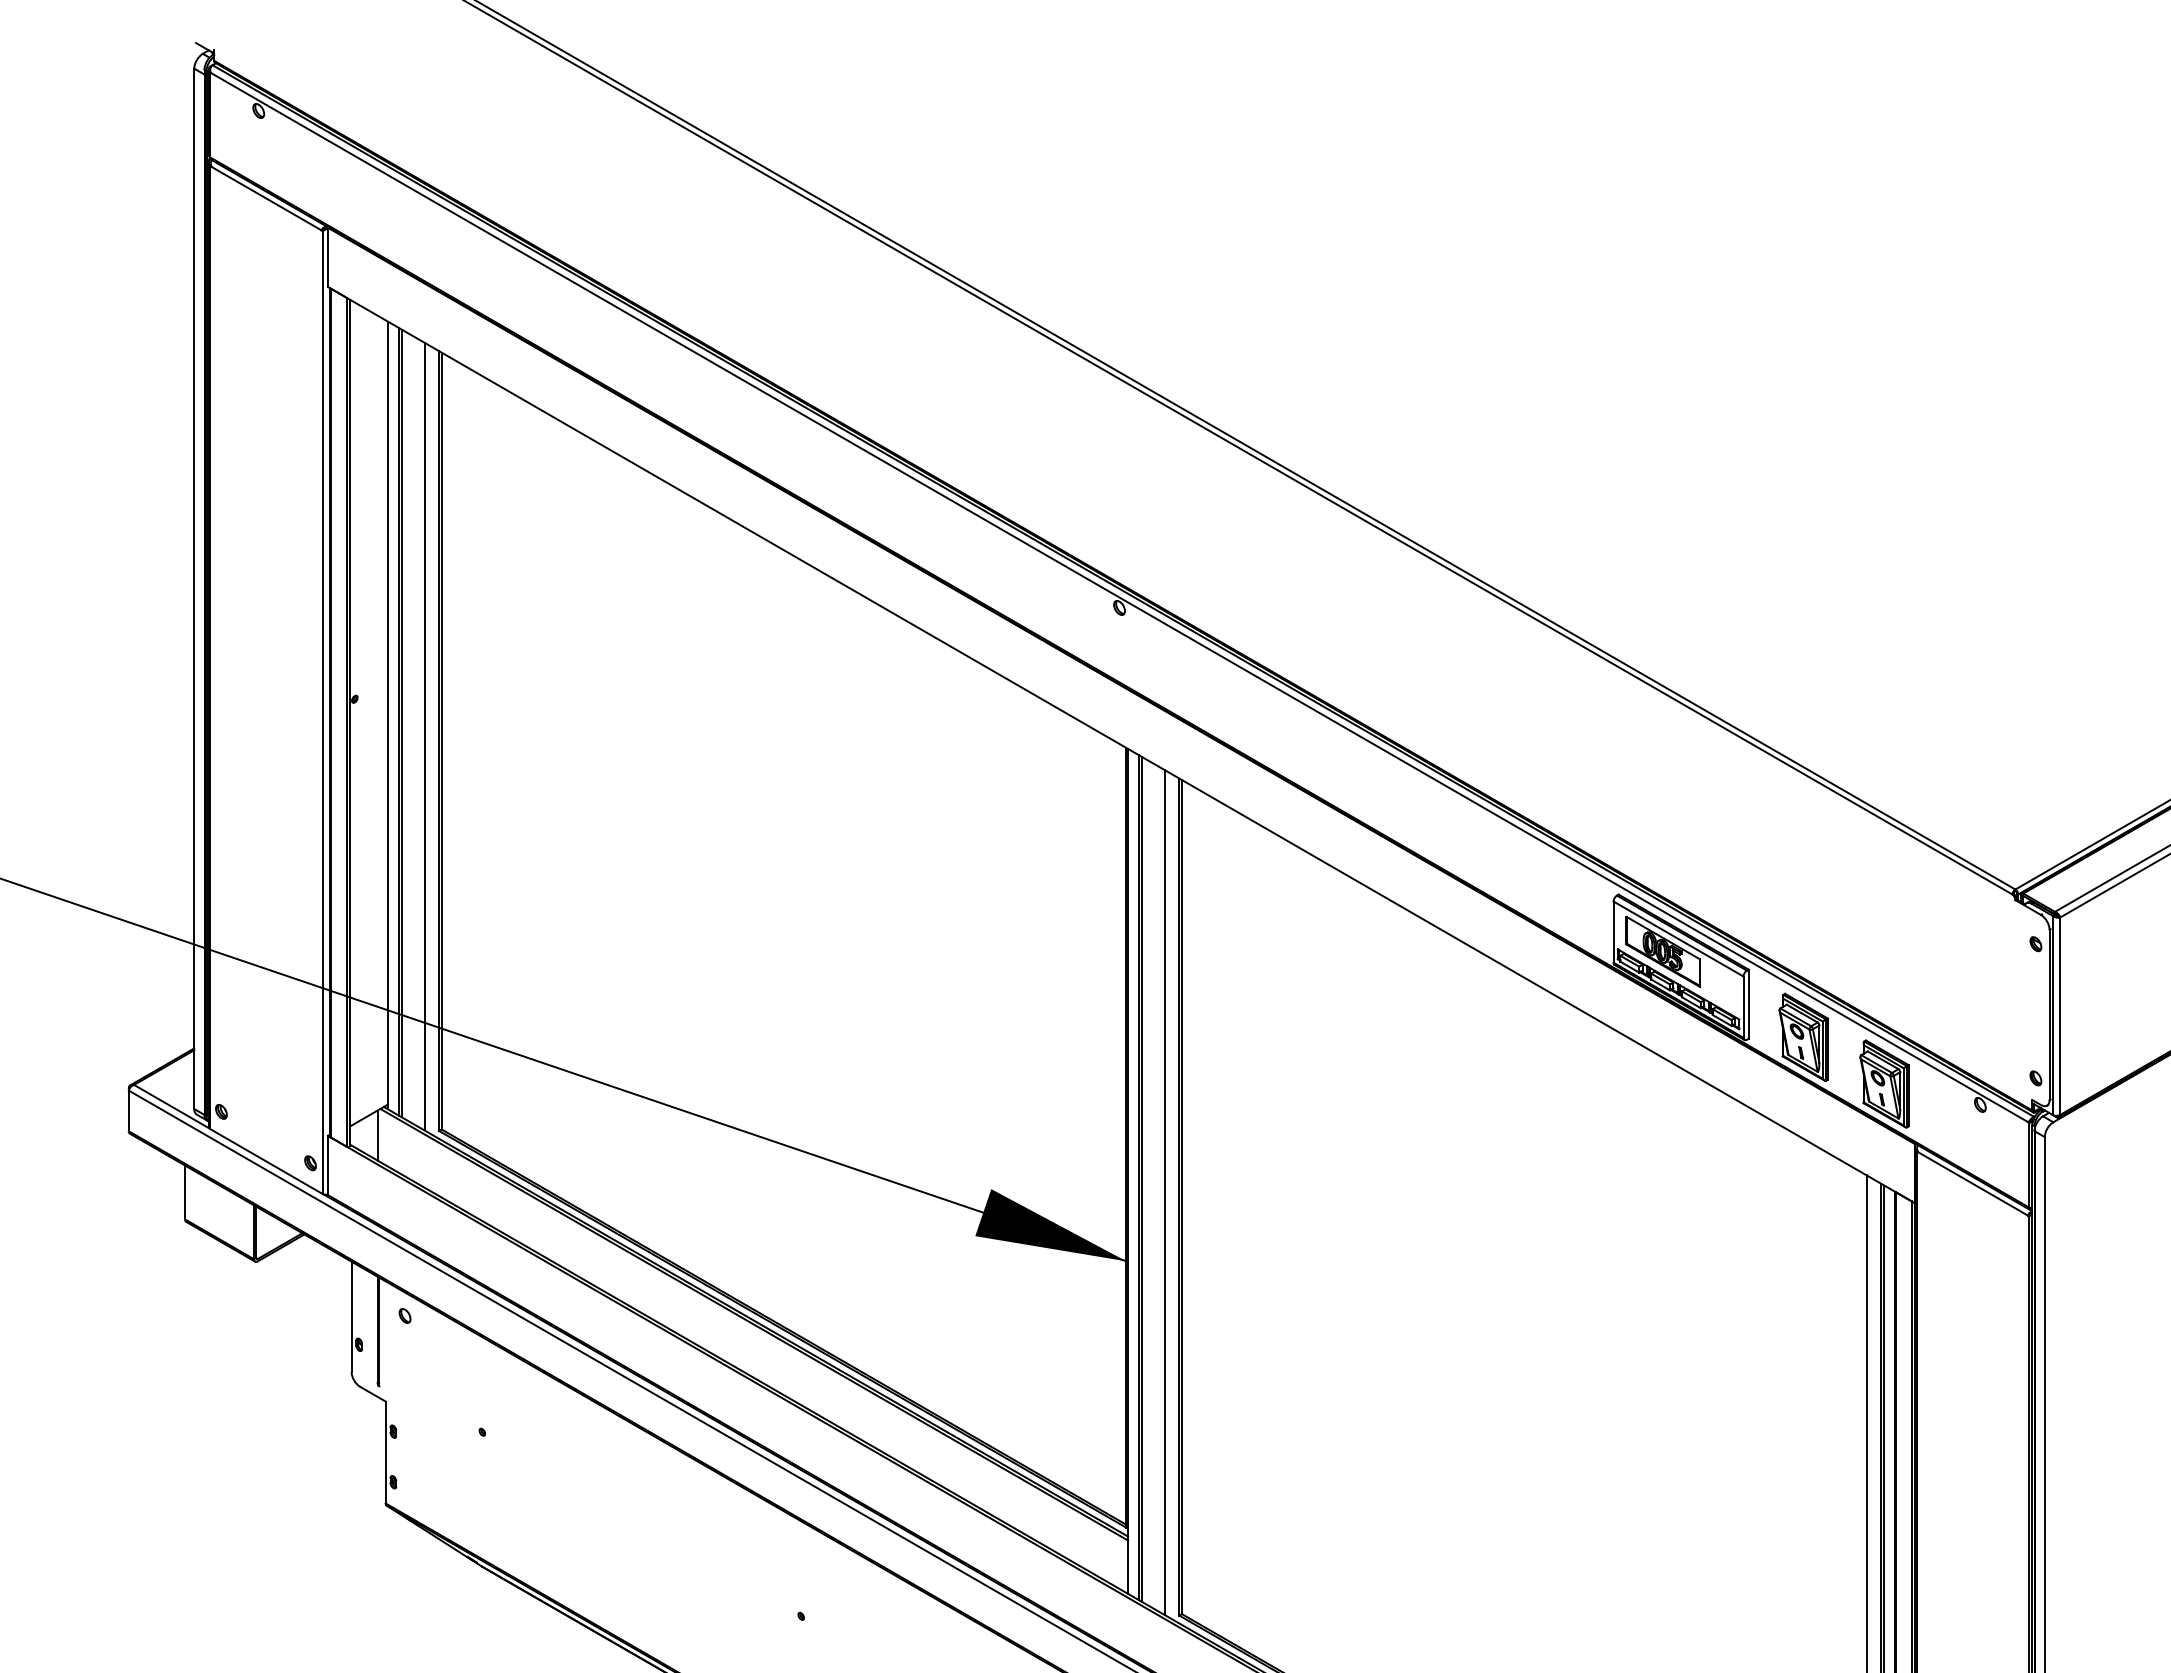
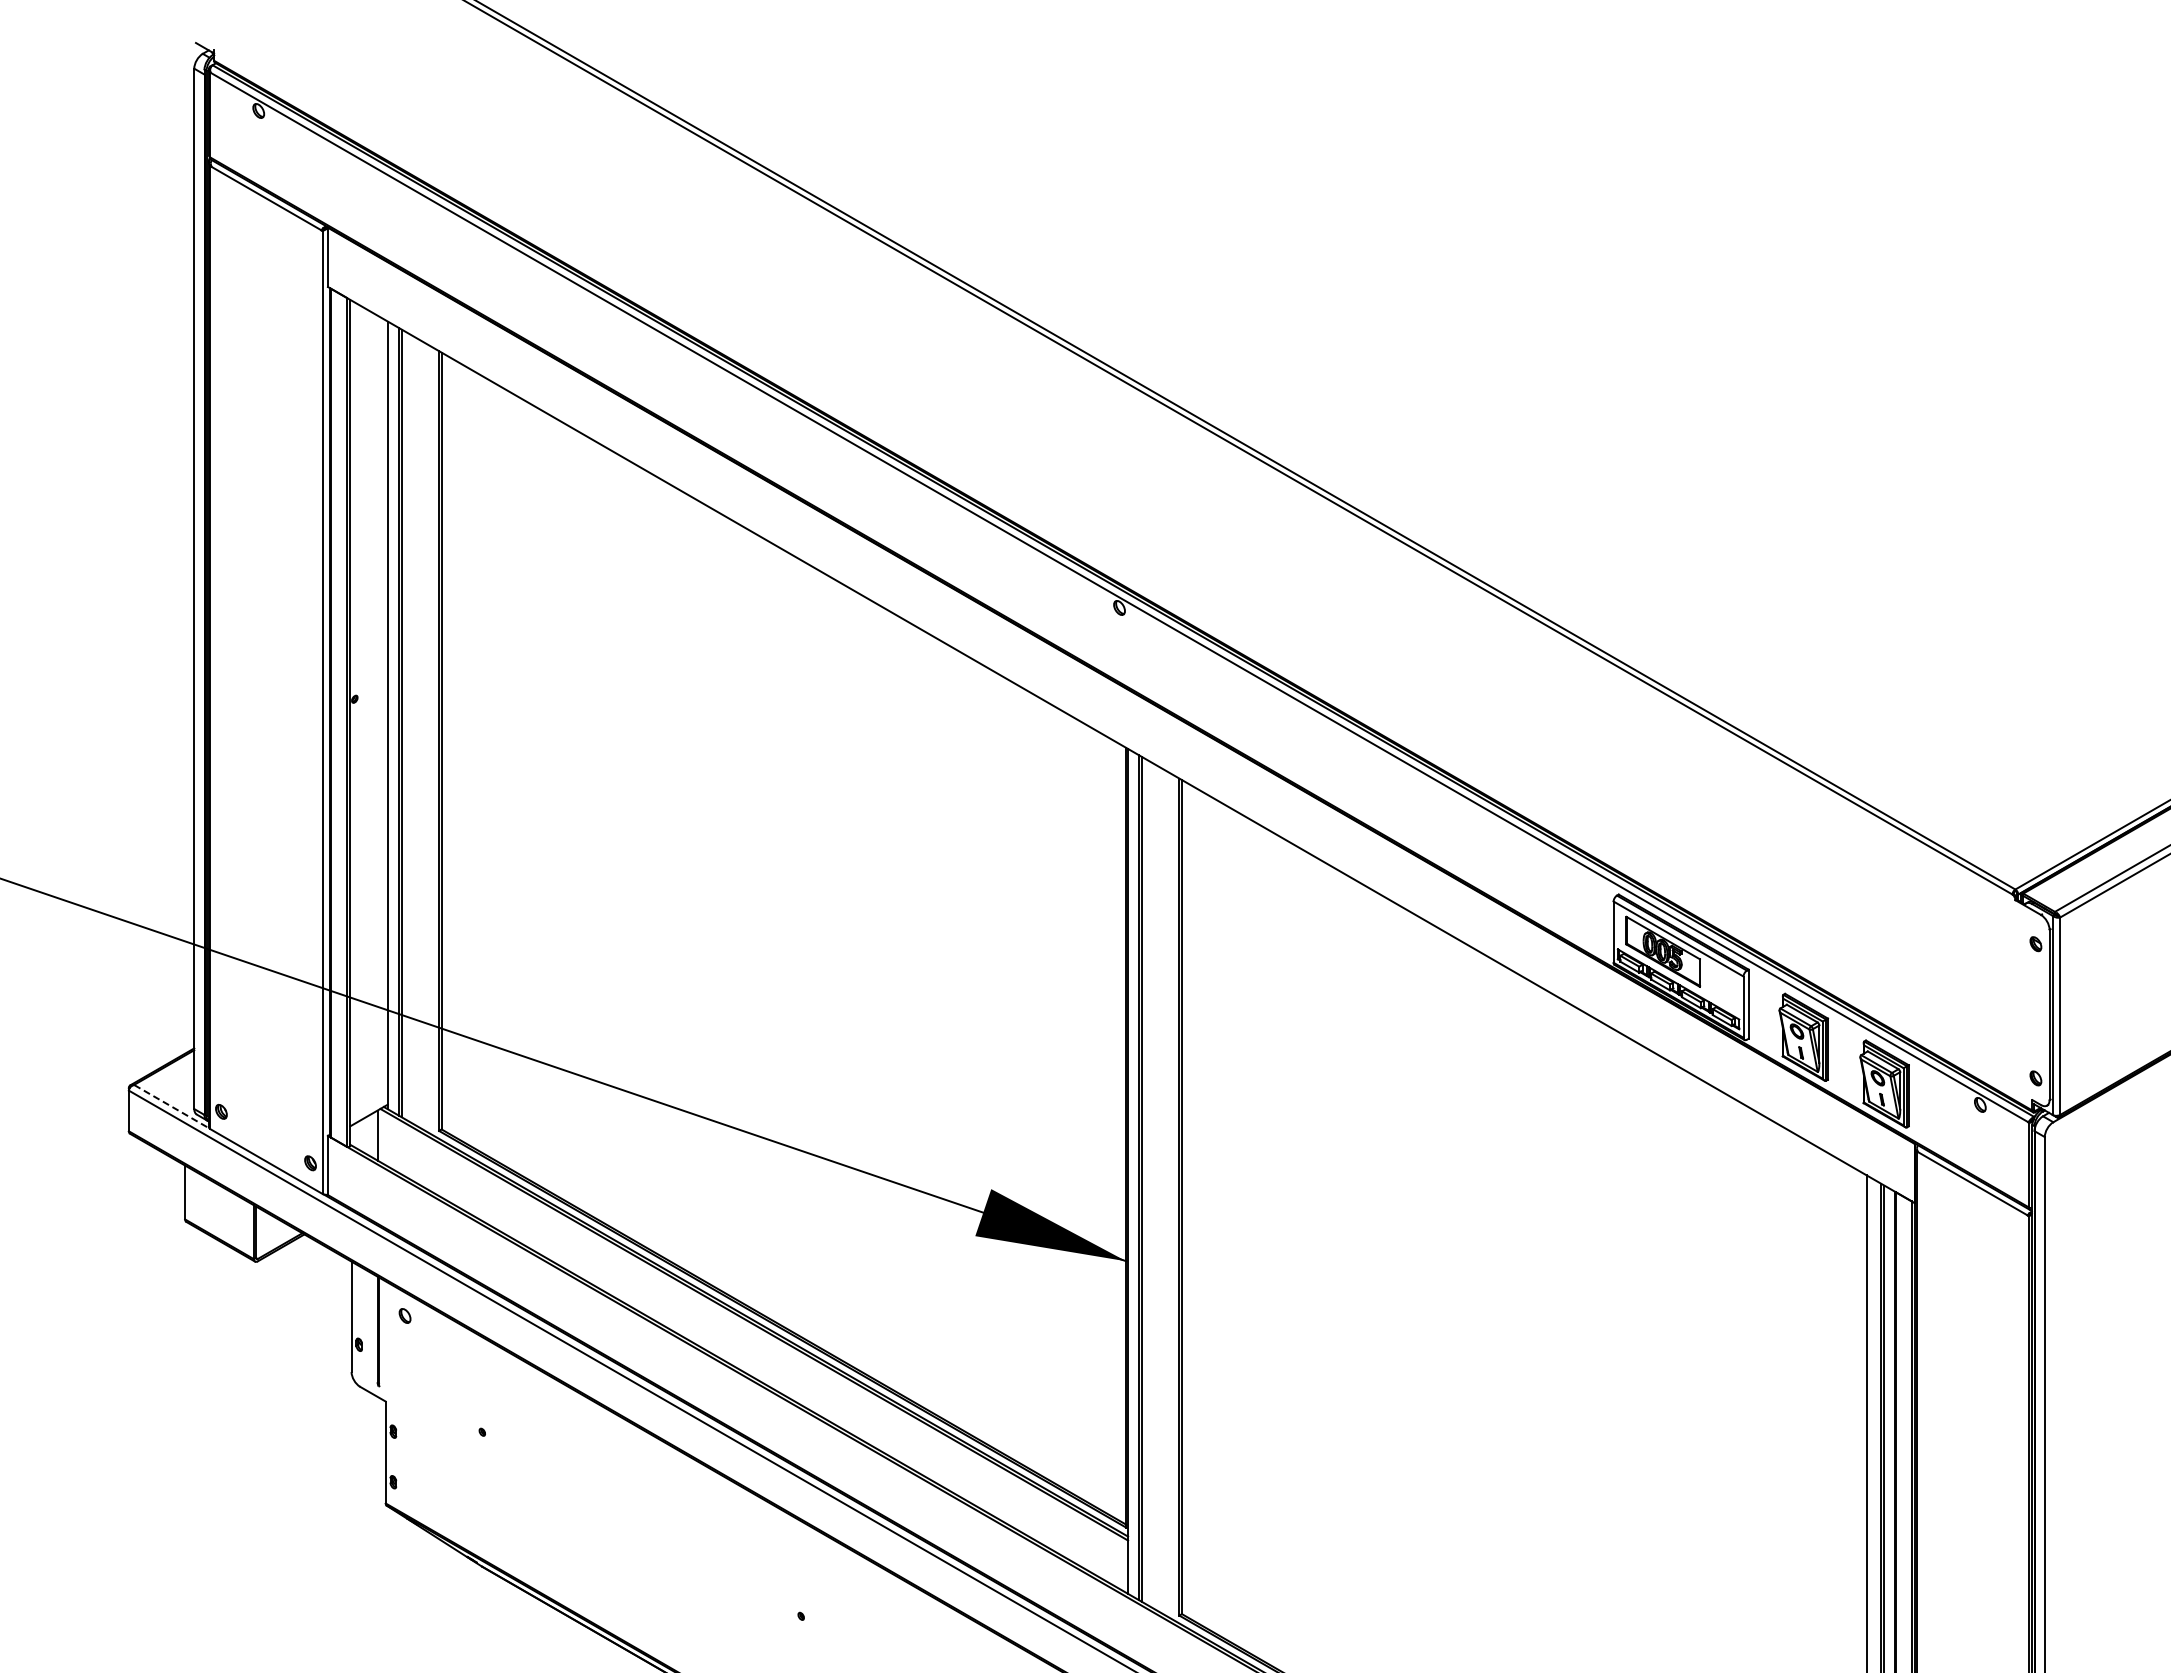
line at (424, 736): present -> none
line at (172, 1107): solid -> dashed
line at (1164, 1192): present -> none
